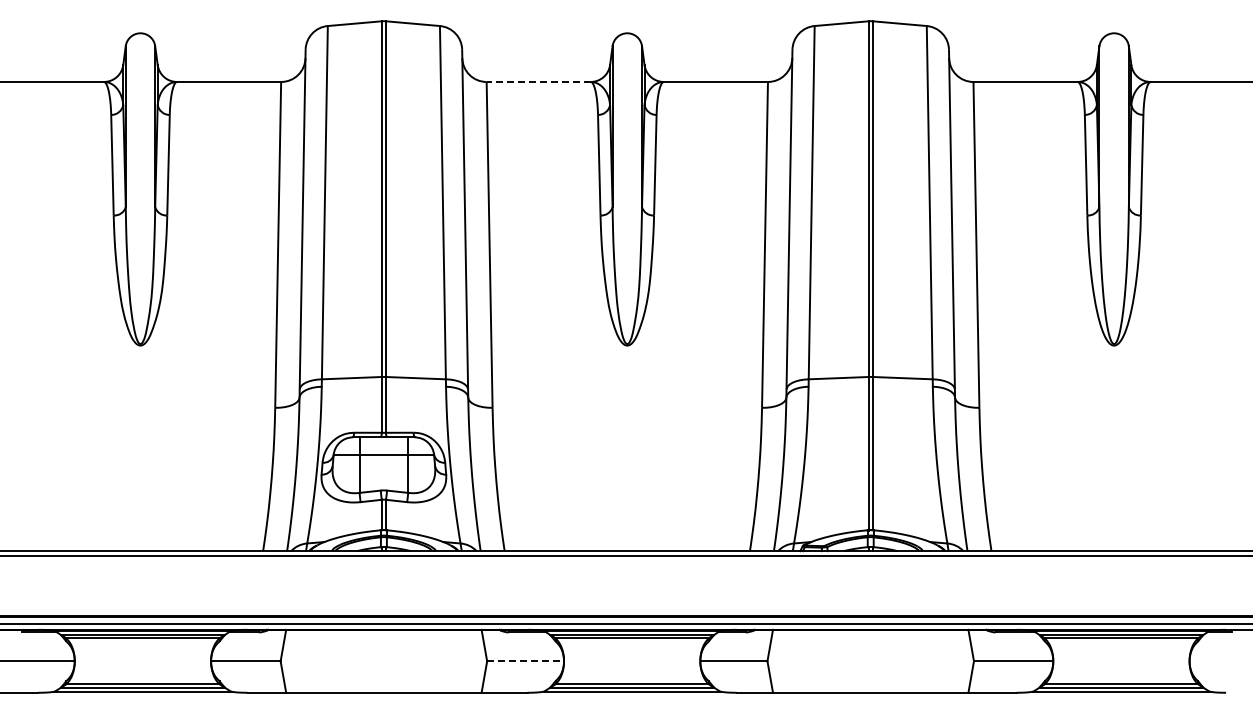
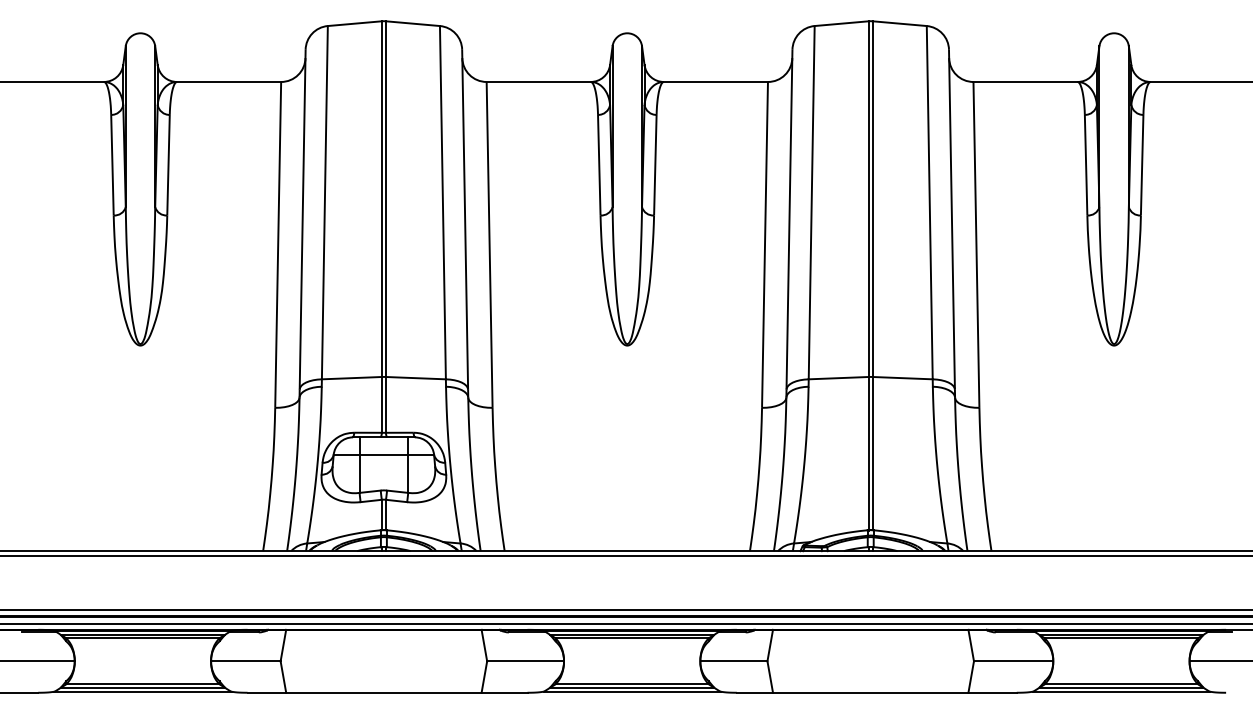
line at (538, 81): dashed -> solid
line at (625, 609): none -> present
line at (526, 661): dashed -> solid
line at (1219, 661): none -> present
